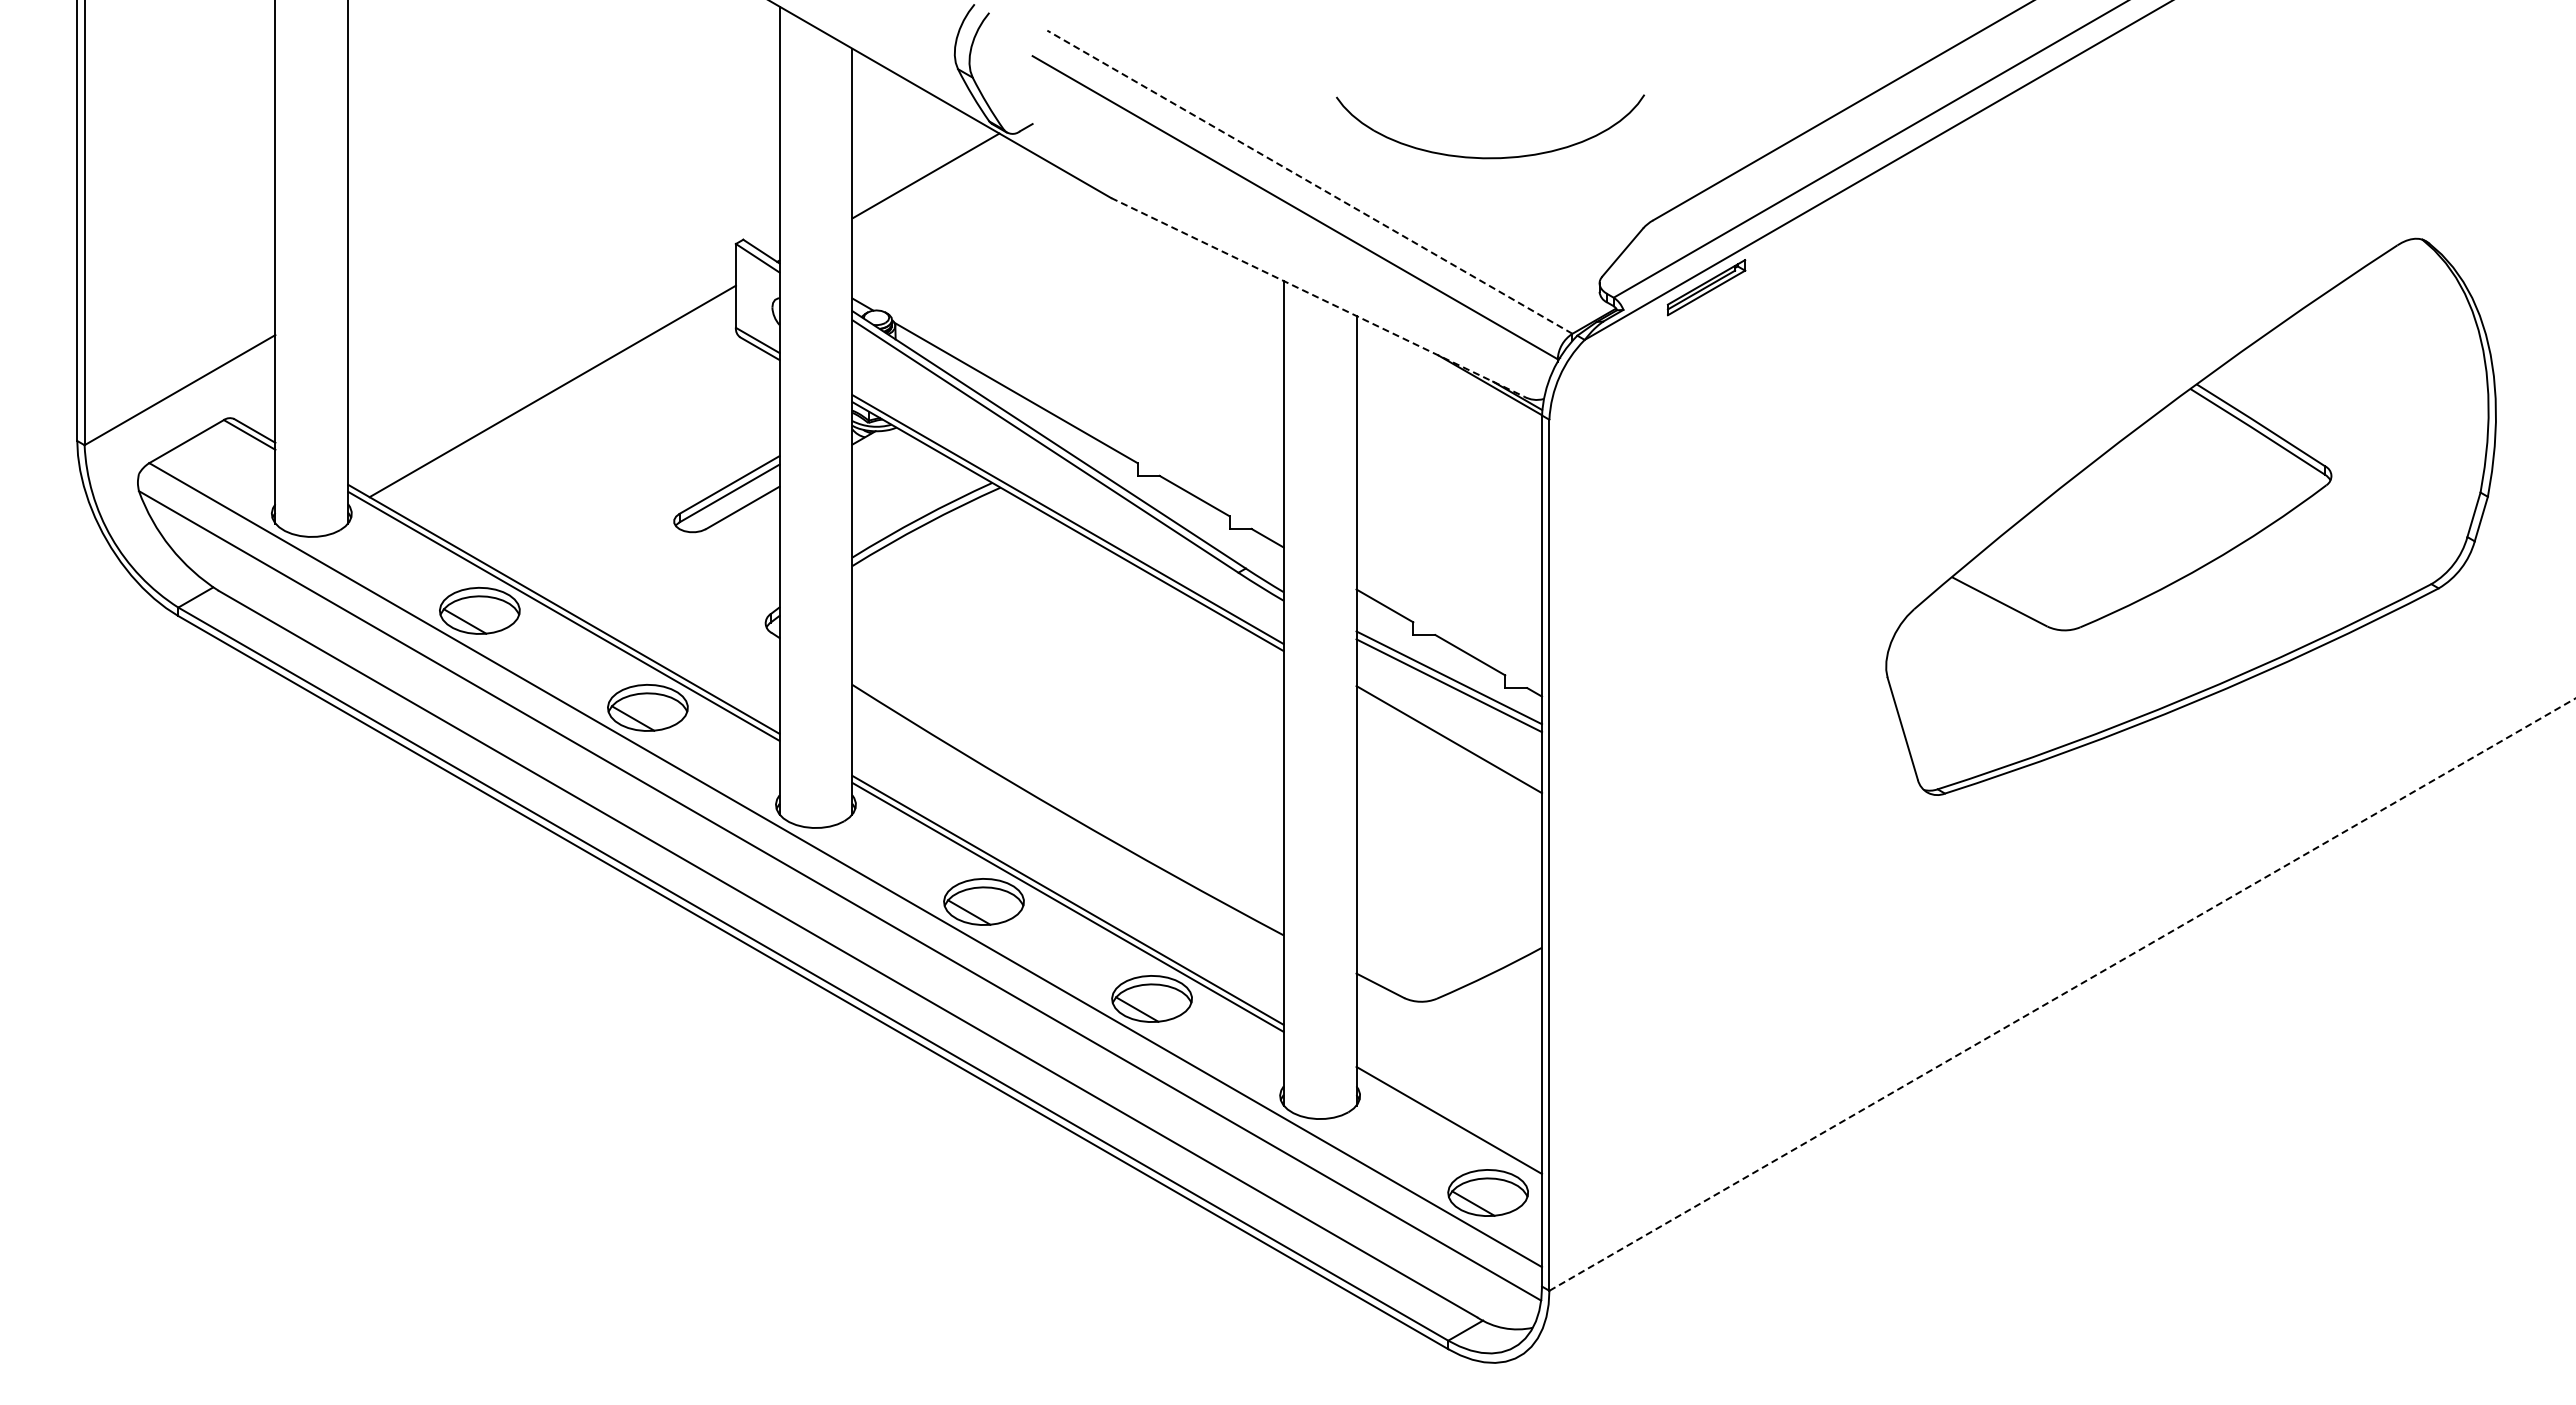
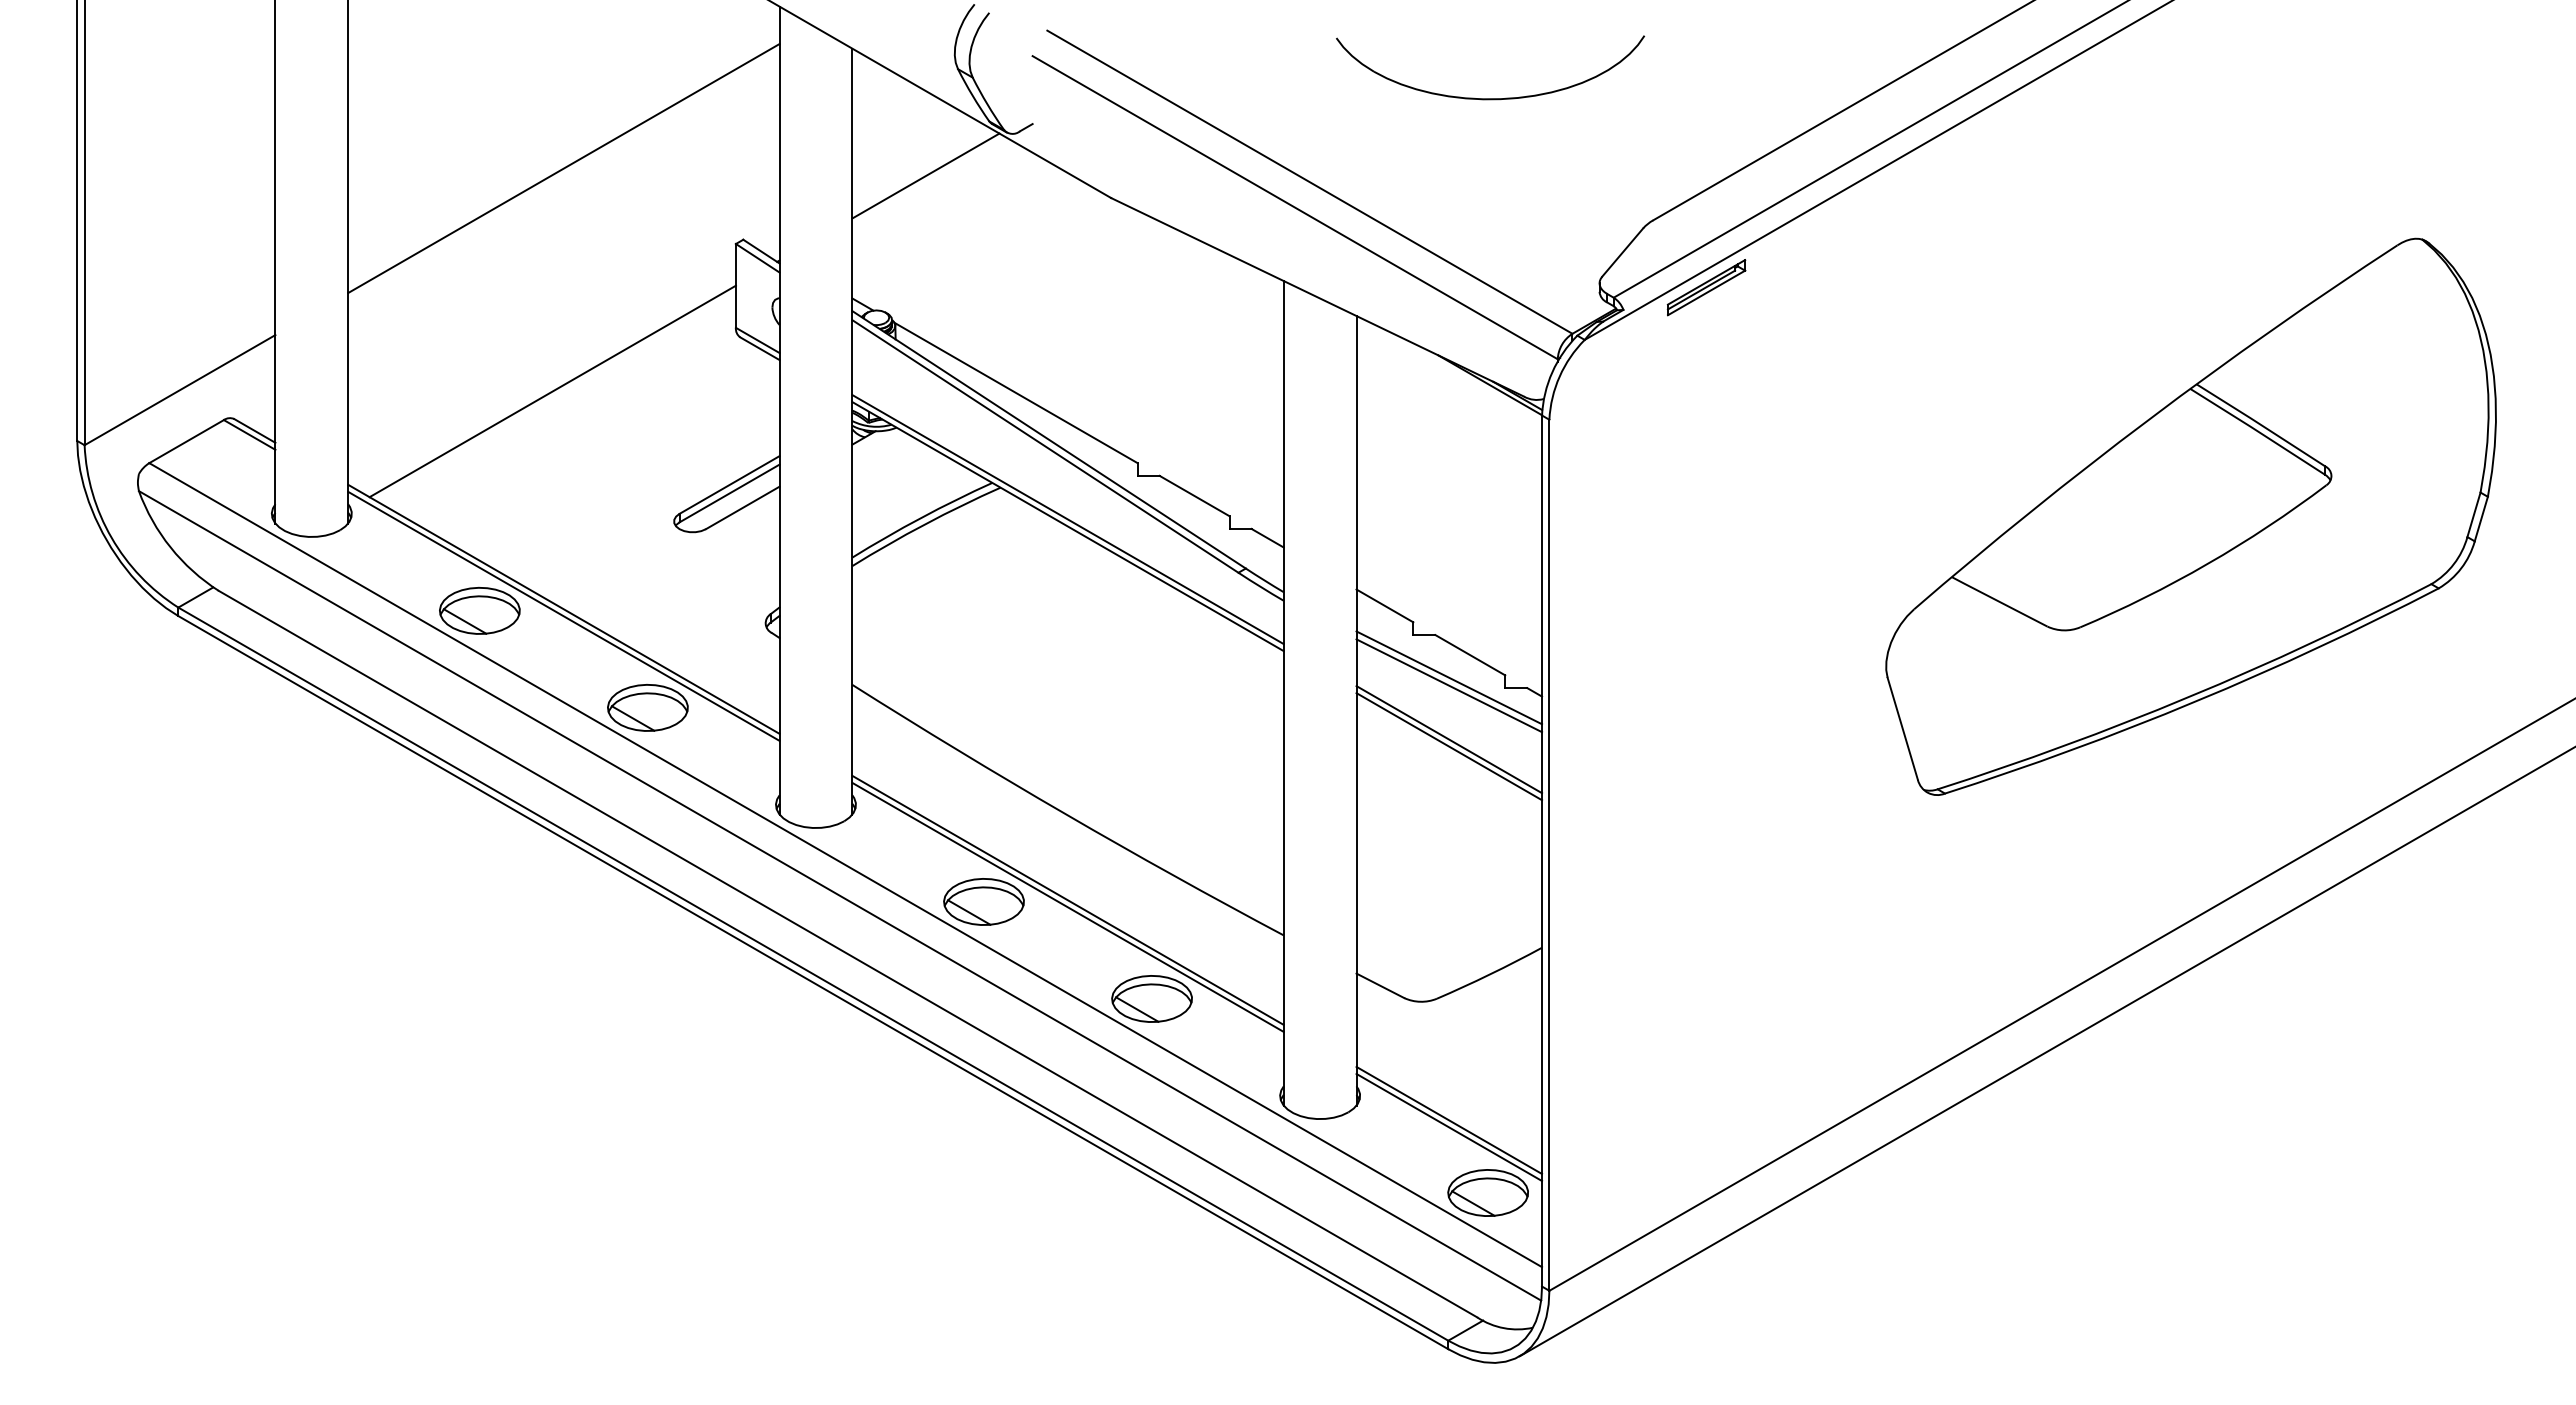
part at (1490, 157) position: (1490, 157) -> (1490, 98)
line at (563, 168): none -> present
line at (1309, 181): dashed -> solid
line at (1318, 297): dashed -> solid
line at (1449, 746): none -> present
line at (2062, 994): dashed -> solid
line at (2045, 1052): none -> present
line at (1449, 1127): none -> present
